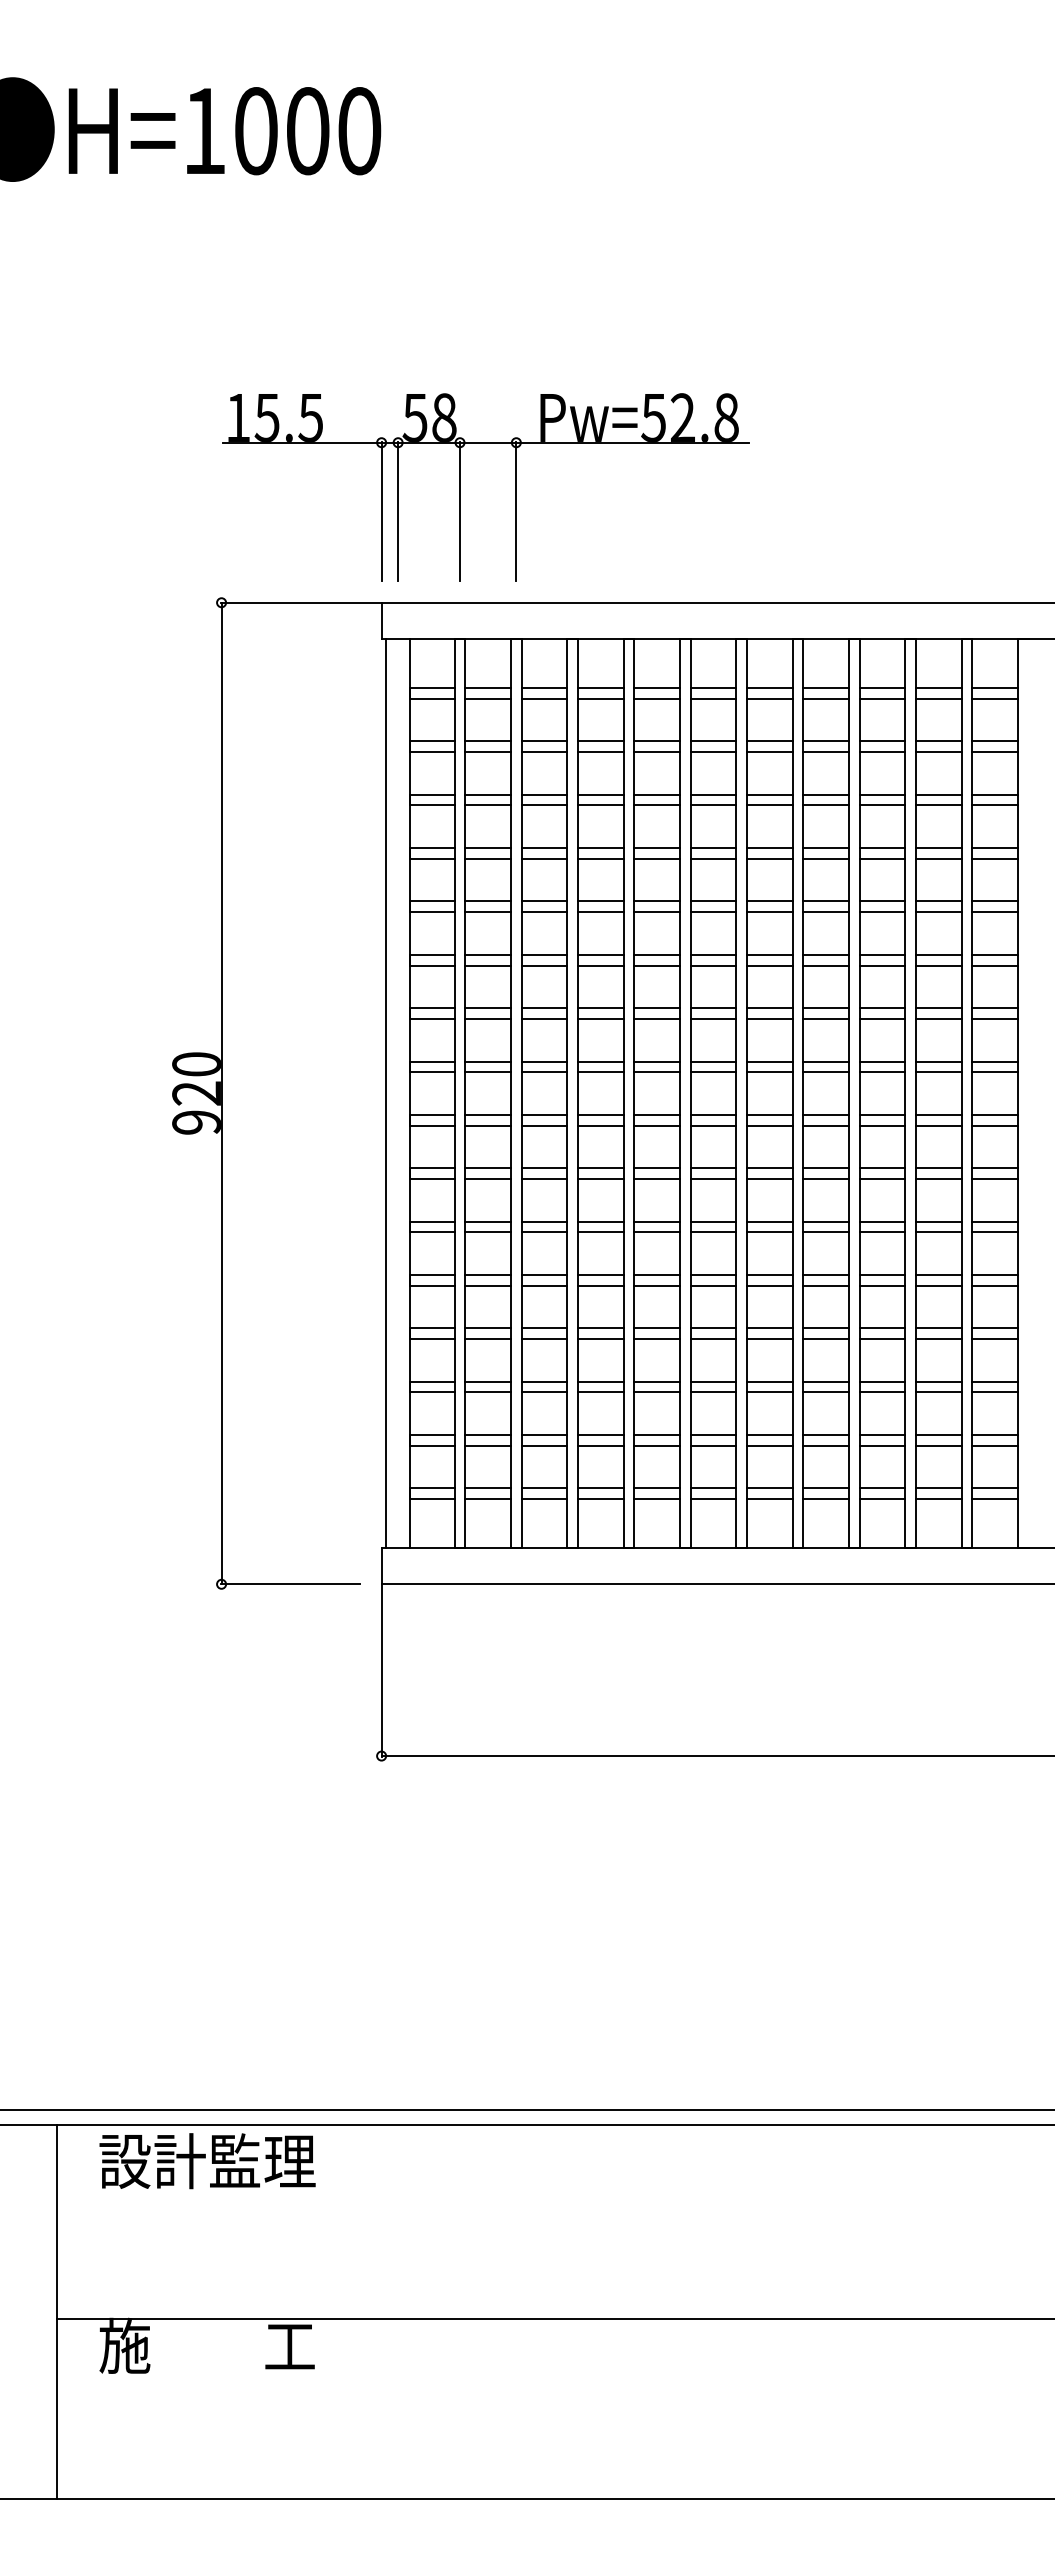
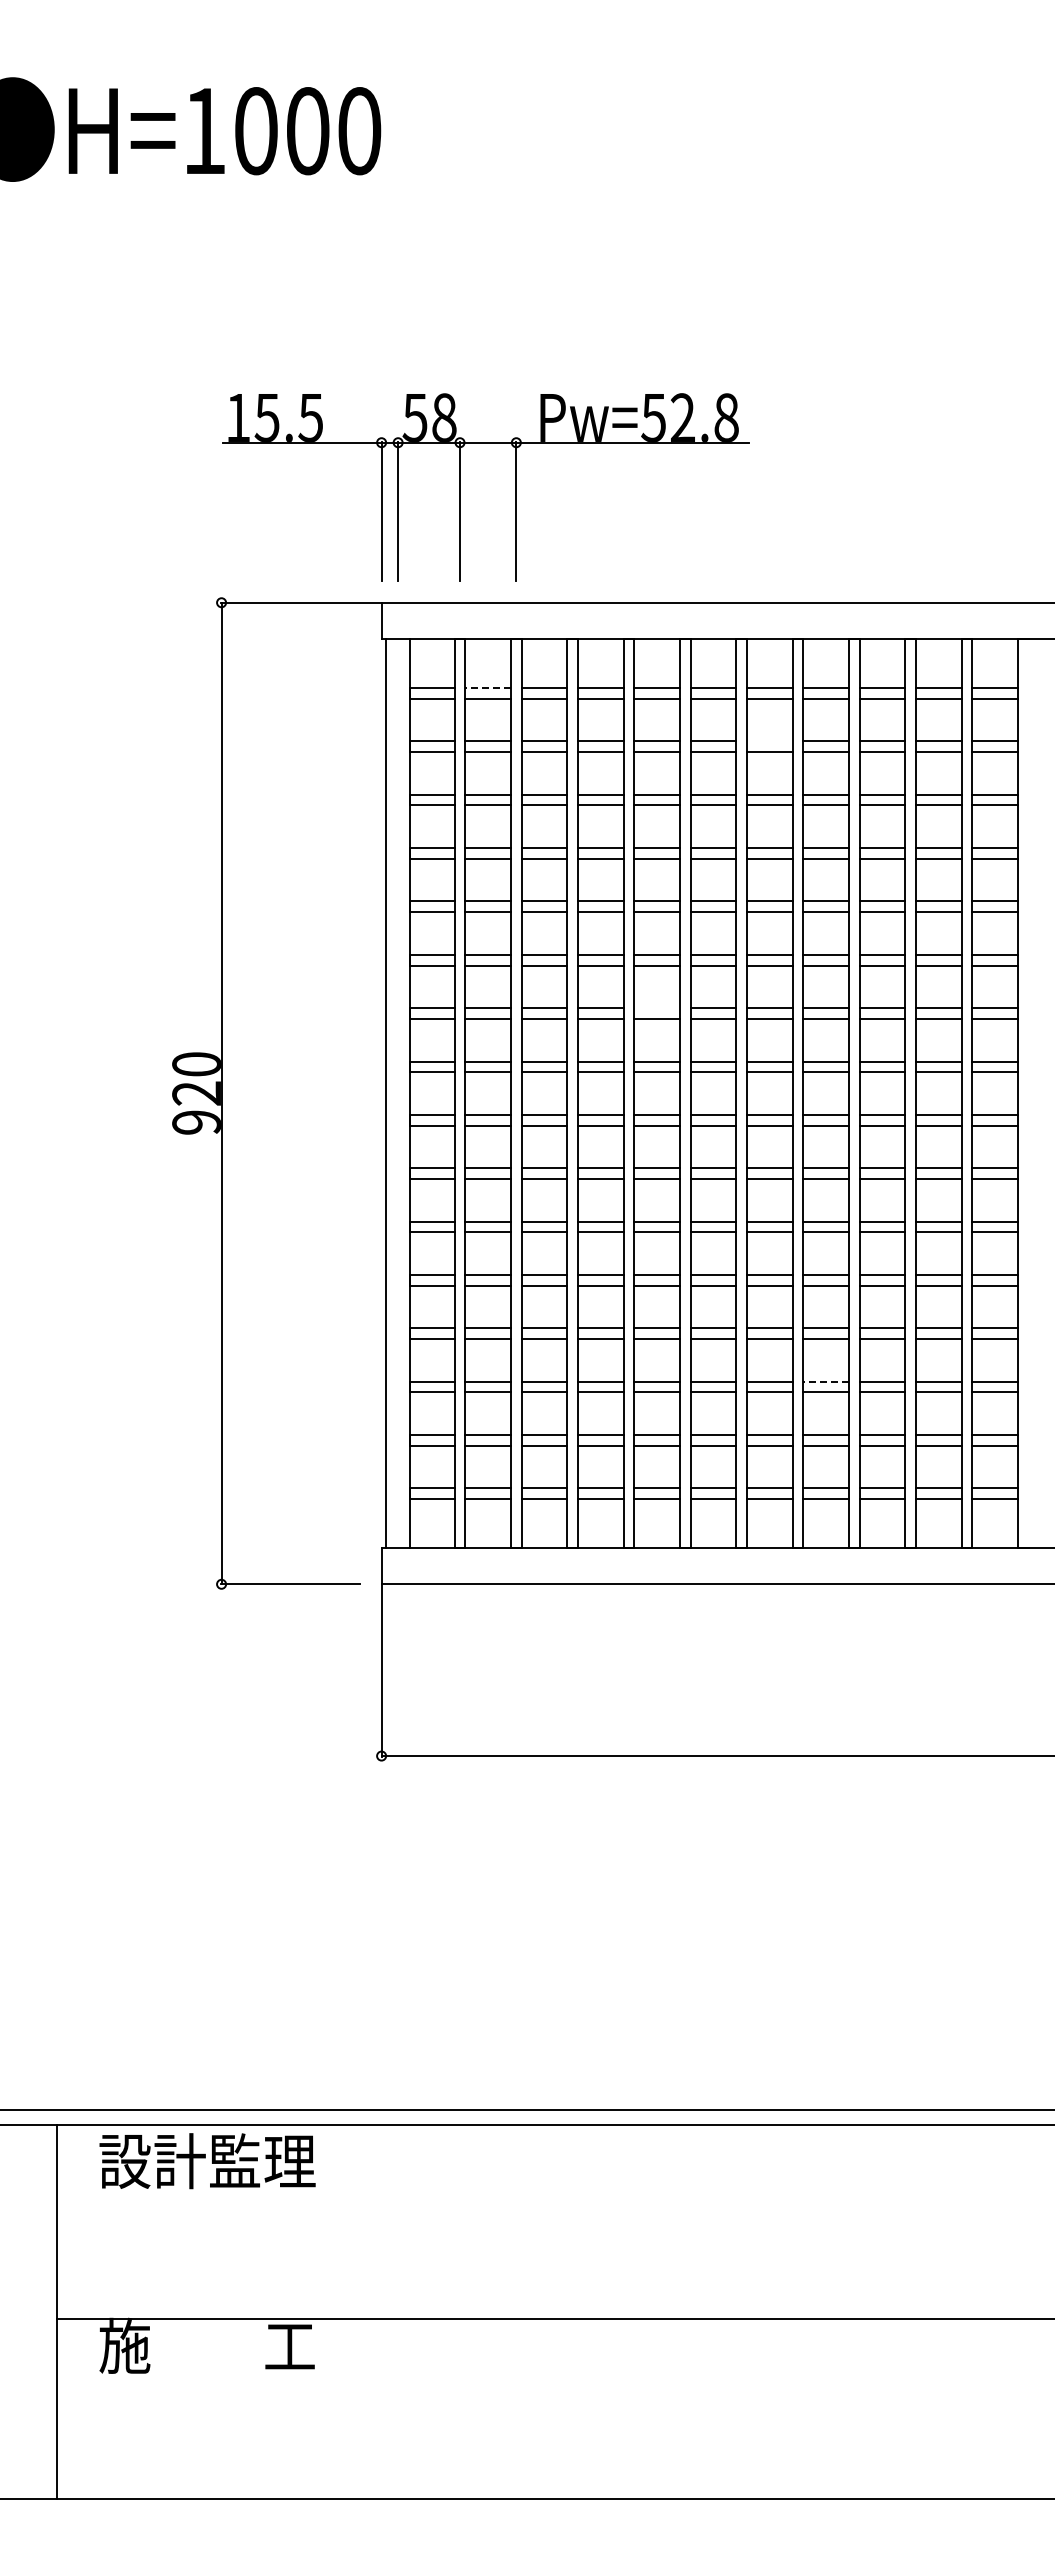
line at (488, 688): solid -> dashed
line at (769, 741): present -> none
line at (657, 1008): present -> none
line at (826, 1381): solid -> dashed
